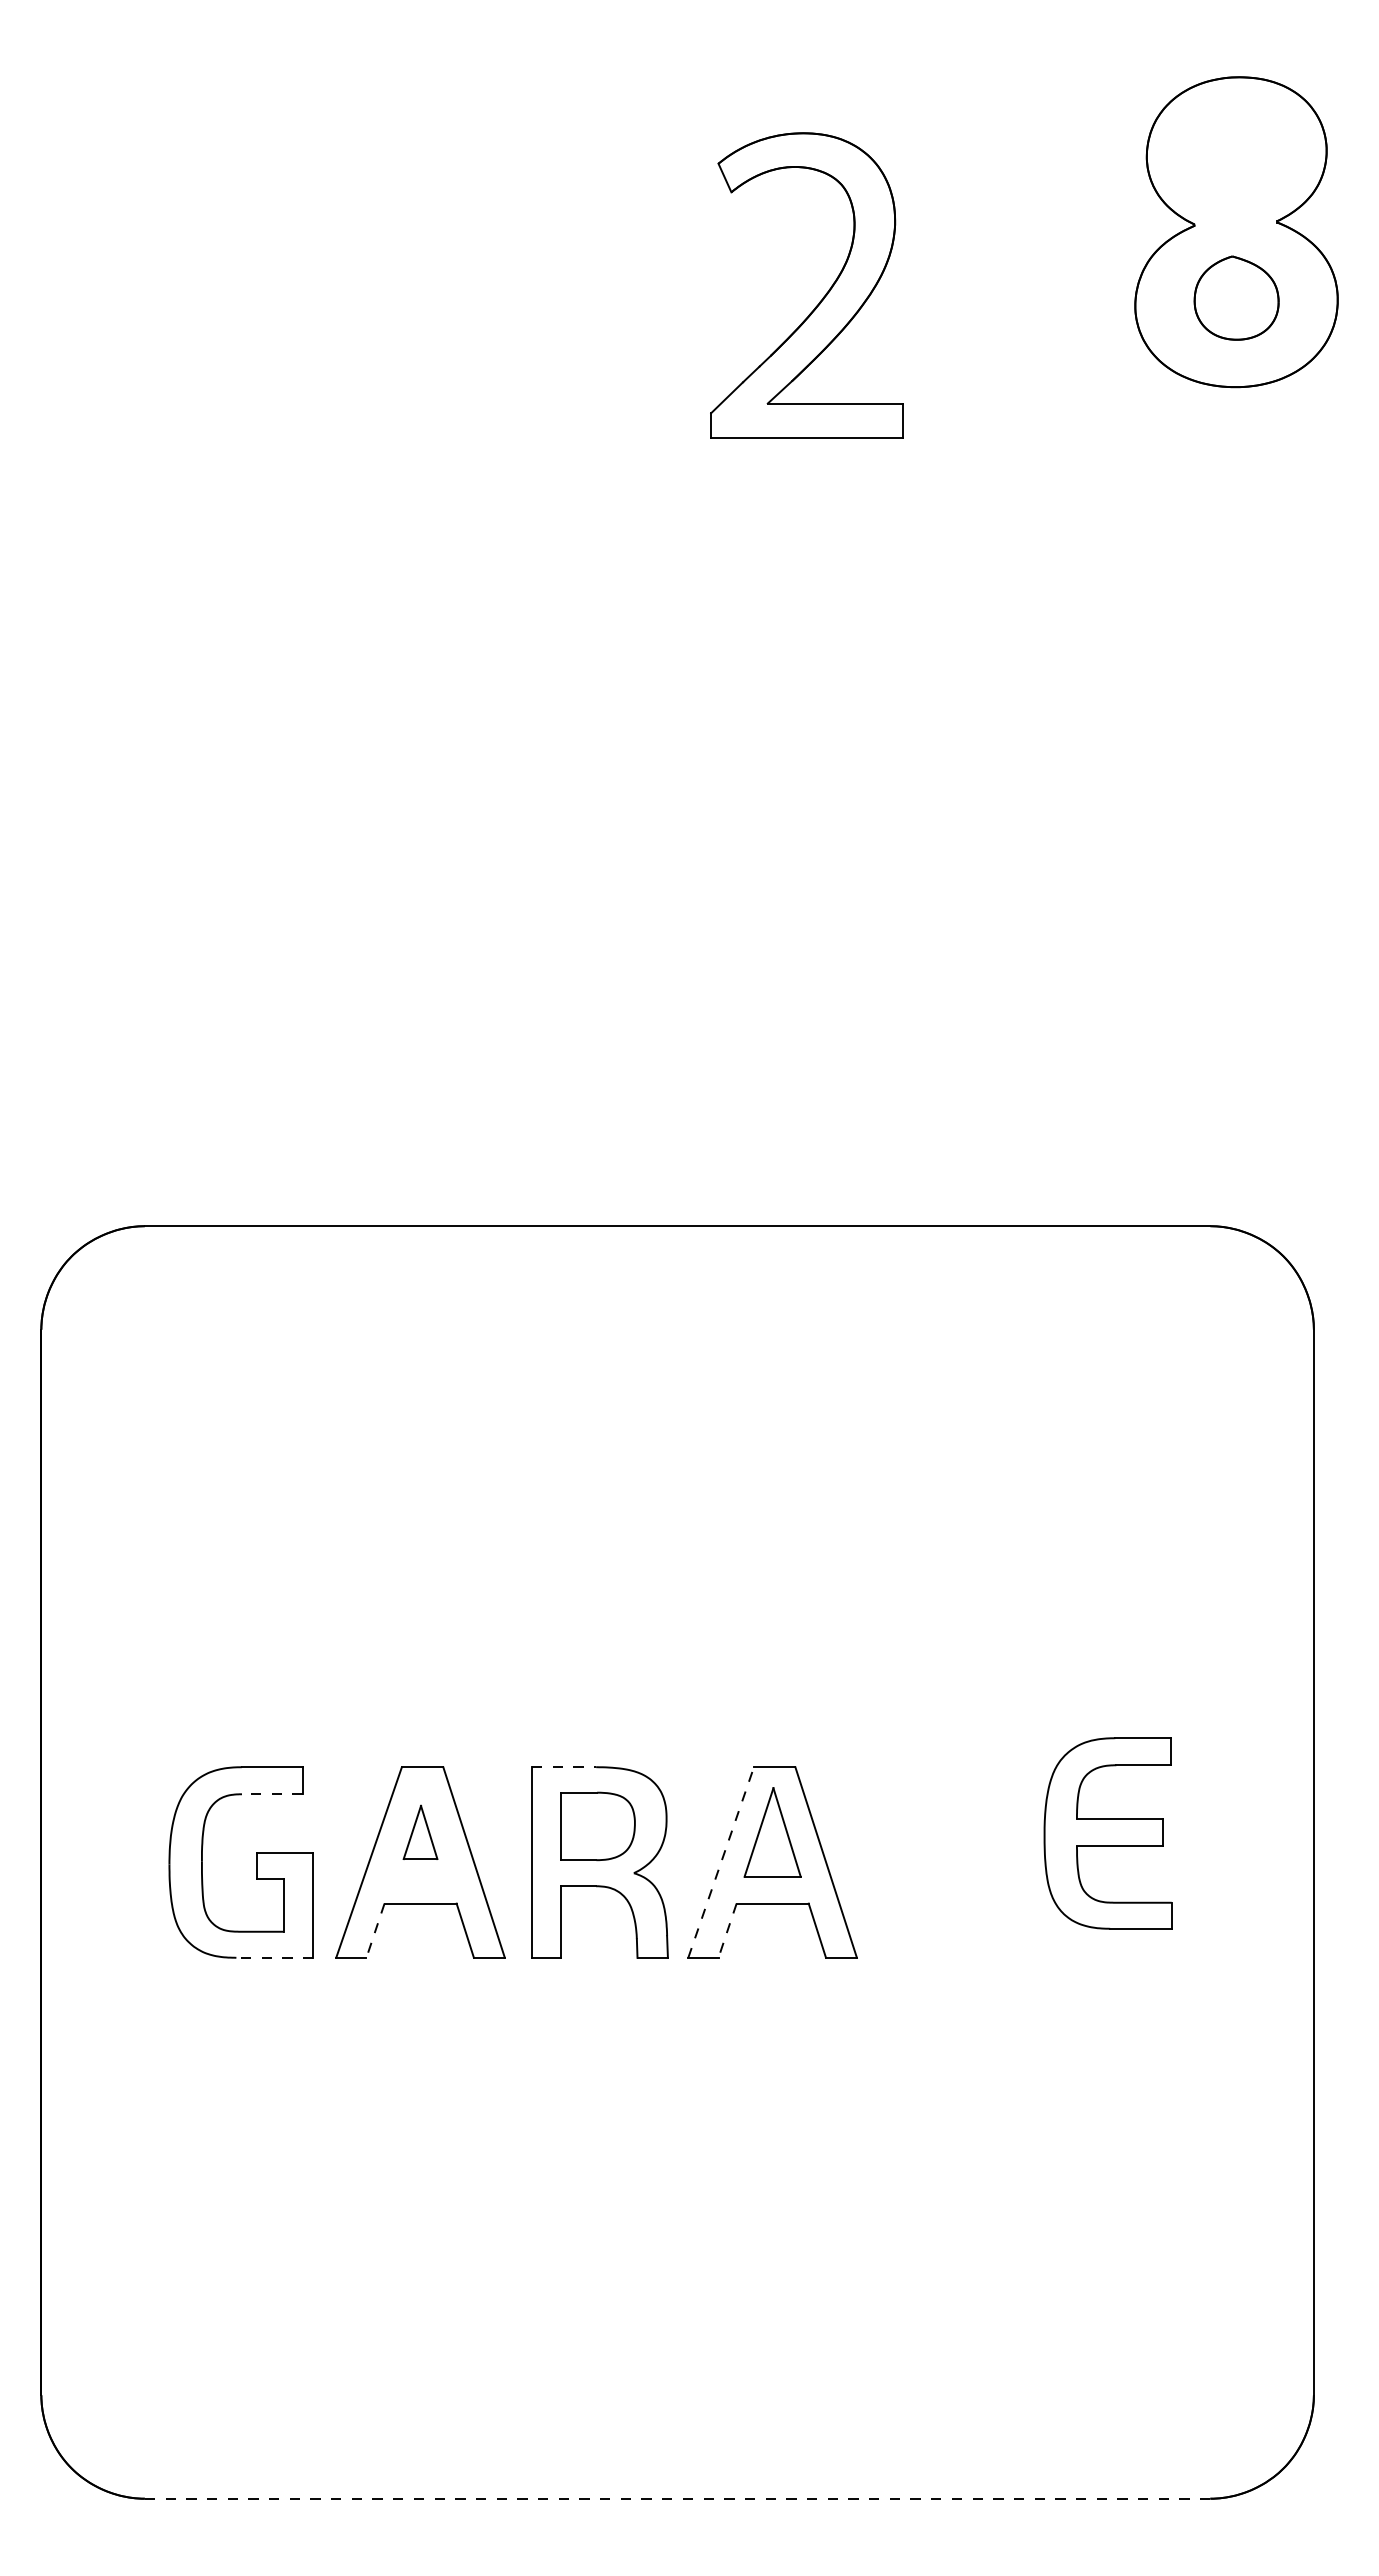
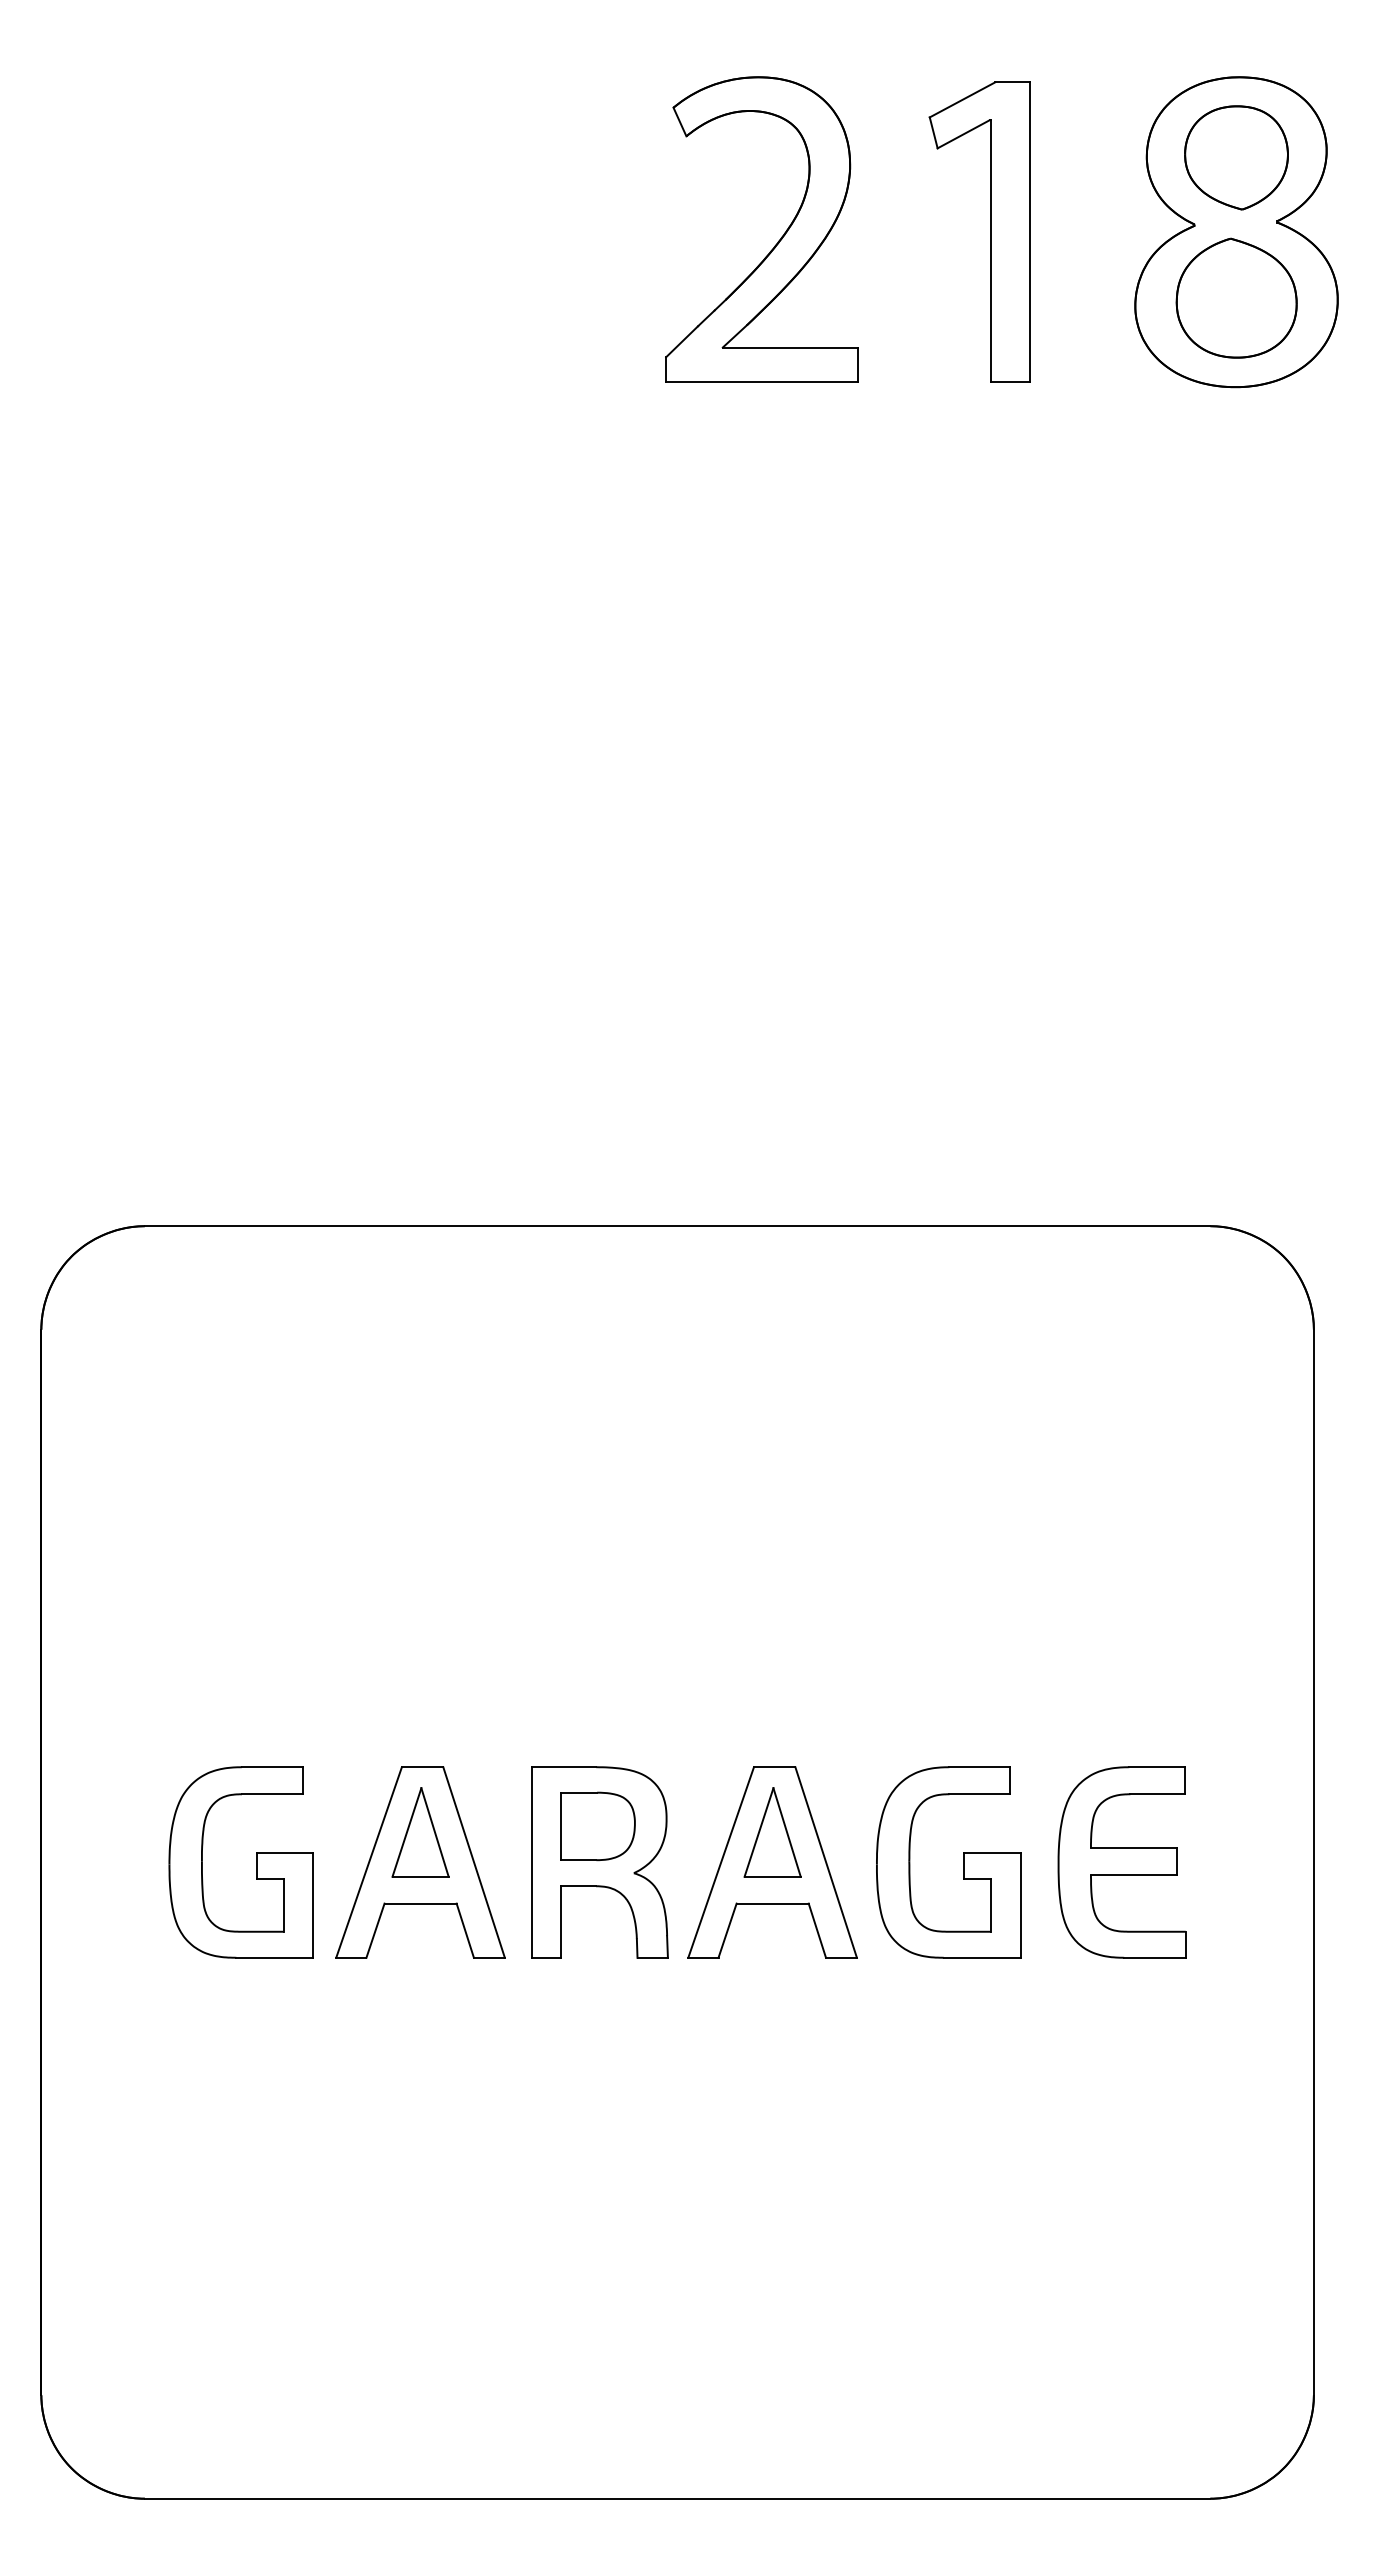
part at (1236, 157): none -> present
part at (990, 231): none -> present
part at (823, 296) position: (823, 296) -> (778, 240)
part at (1236, 297) size: 87x86 px -> 123x122 px
line at (564, 1767): dashed -> solid
line at (271, 1794): dashed -> solid
part at (420, 1831) size: 37x56 px -> 59x91 px
part at (1107, 1833) position: (1107, 1833) -> (1121, 1862)
line at (721, 1862): dashed -> solid
part at (963, 1862): none -> present
line at (375, 1930): dashed -> solid
line at (727, 1930): dashed -> solid
line at (274, 1957): dashed -> solid
line at (677, 2498): dashed -> solid
